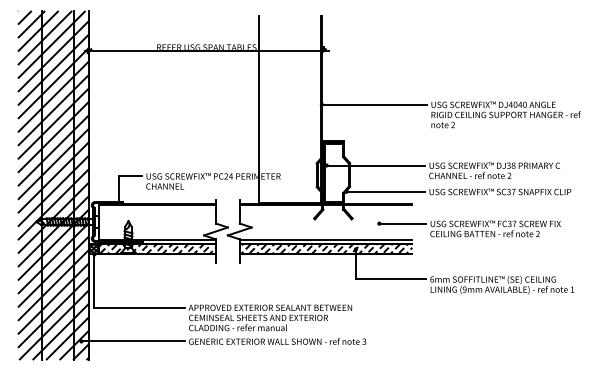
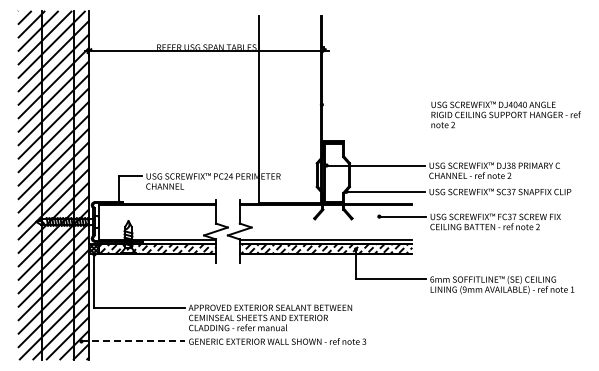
line at (373, 104): present -> none
part at (468, 228) position: (468, 228) -> (468, 221)
line at (132, 341): solid -> dashed
